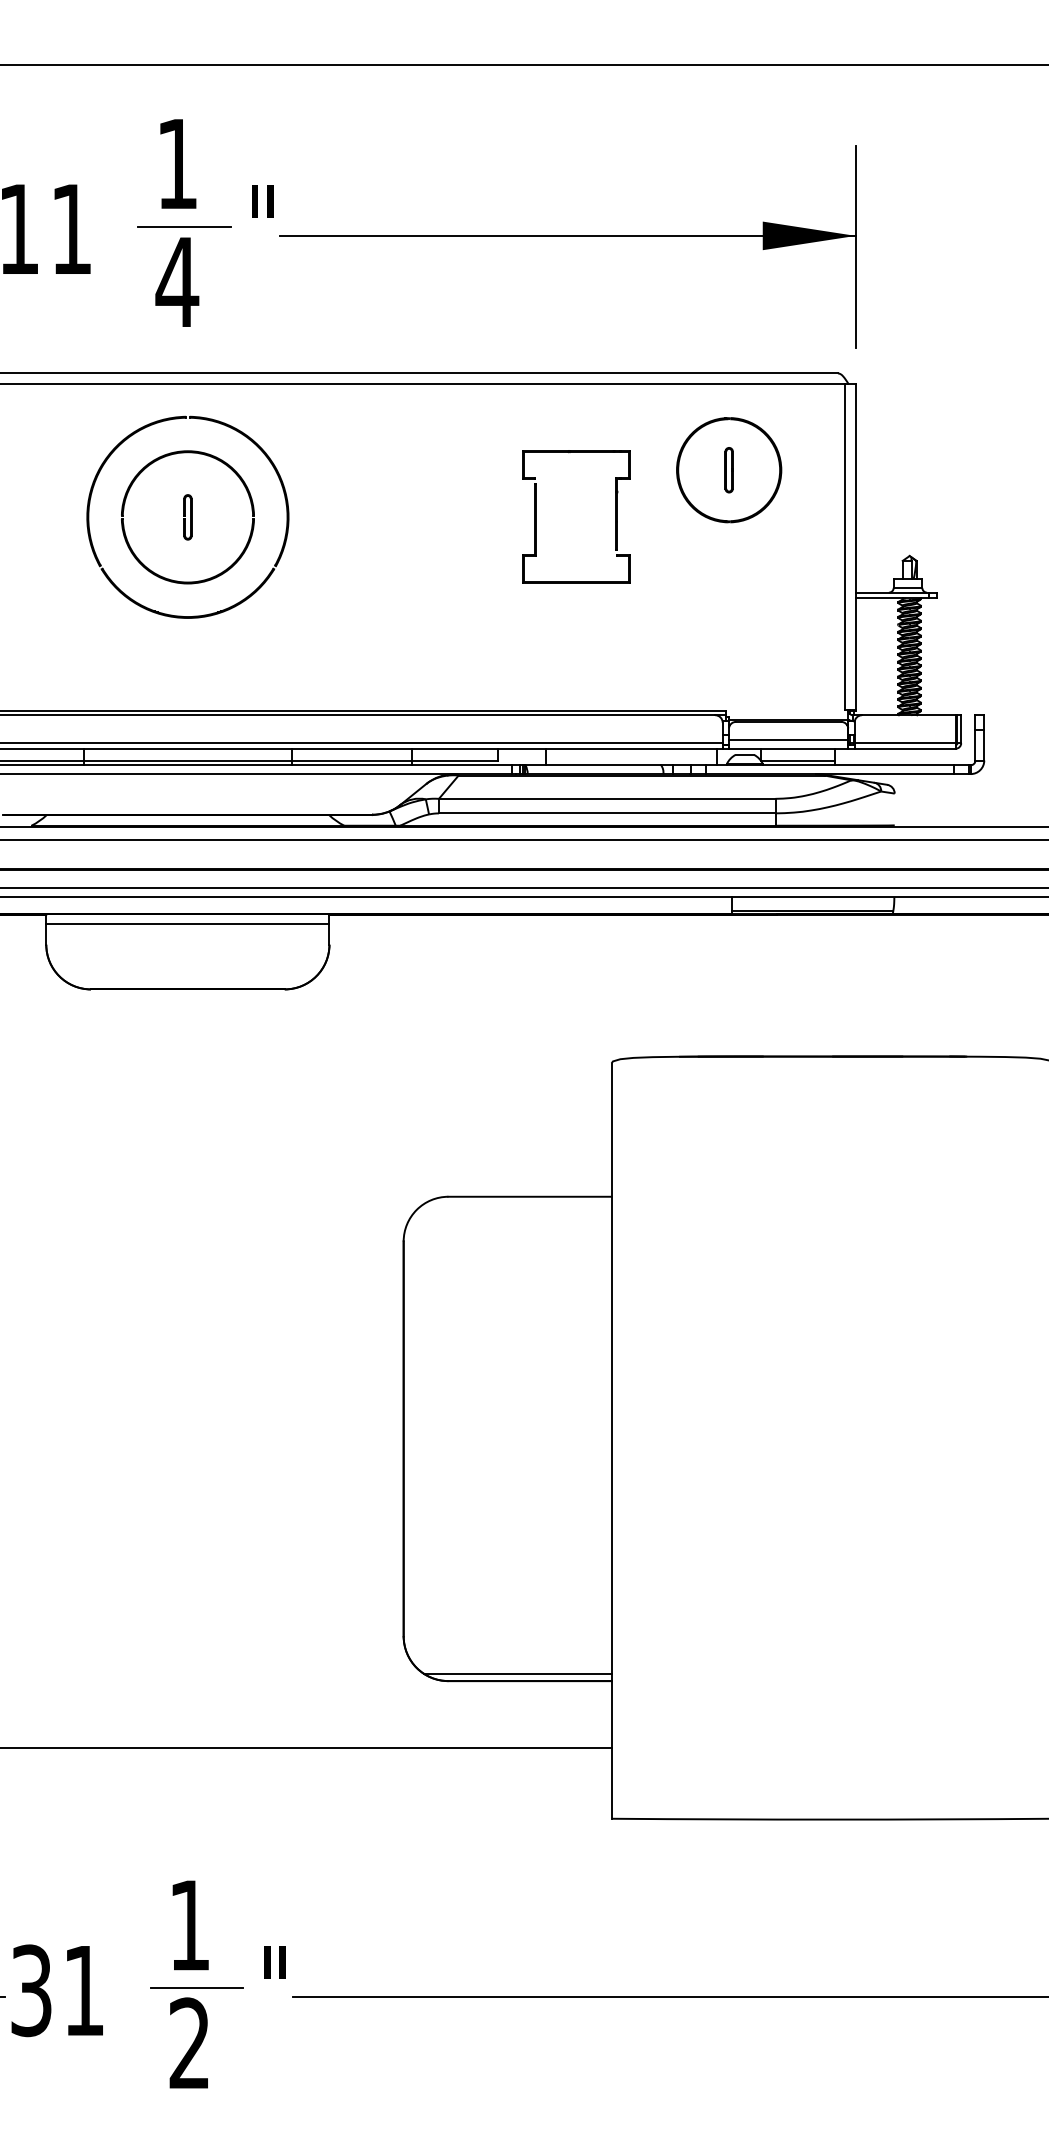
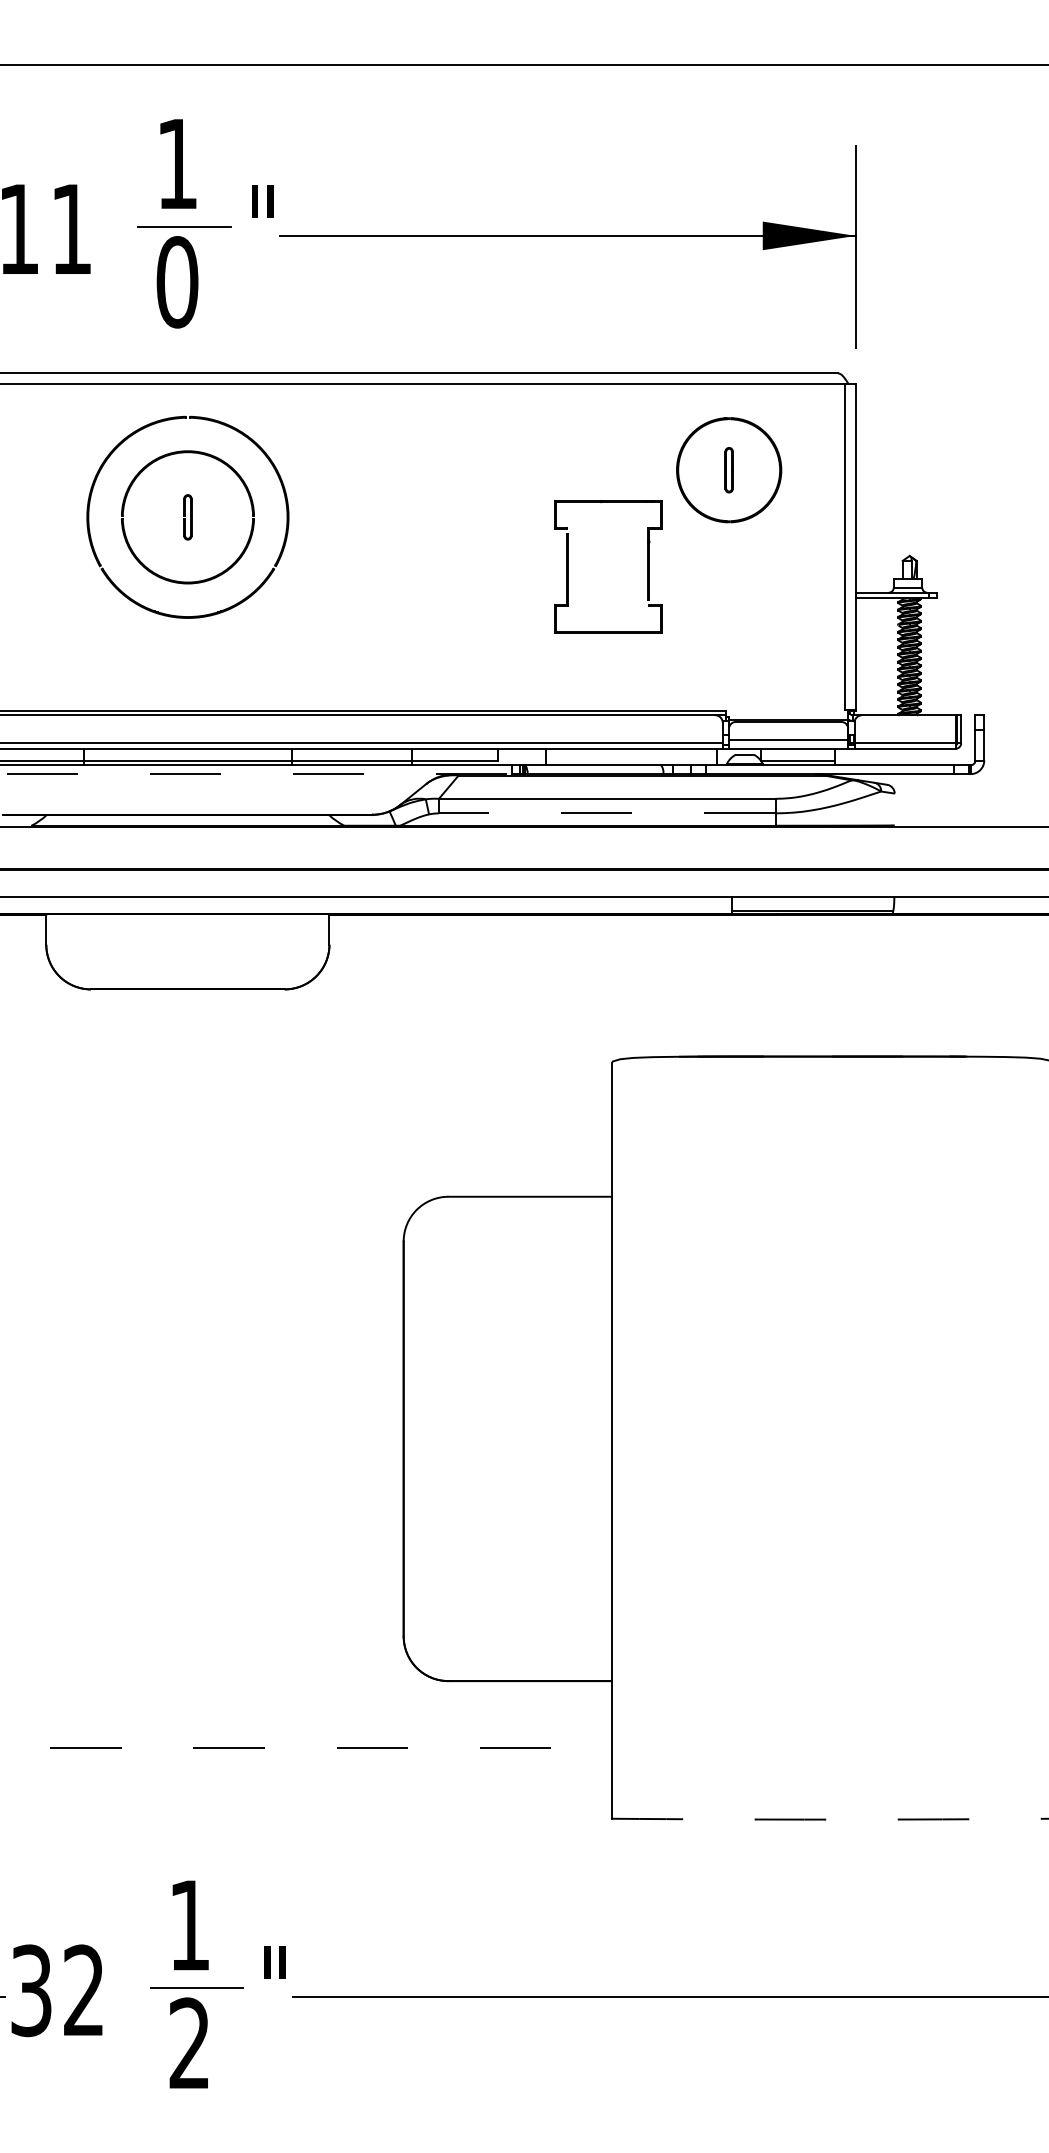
text at (177, 282): 4 -> 0
part at (615, 516) position: (615, 516) -> (647, 566)
line at (256, 774): solid -> dashed
line at (606, 813): solid -> dashed
line at (523, 839): present -> none
line at (523, 888): present -> none
line at (187, 923): present -> none
line at (517, 1674): present -> none
line at (305, 1748): solid -> dashed
arc at (831, 1819): solid -> dashed
text at (83, 1989): 31 -> 32
